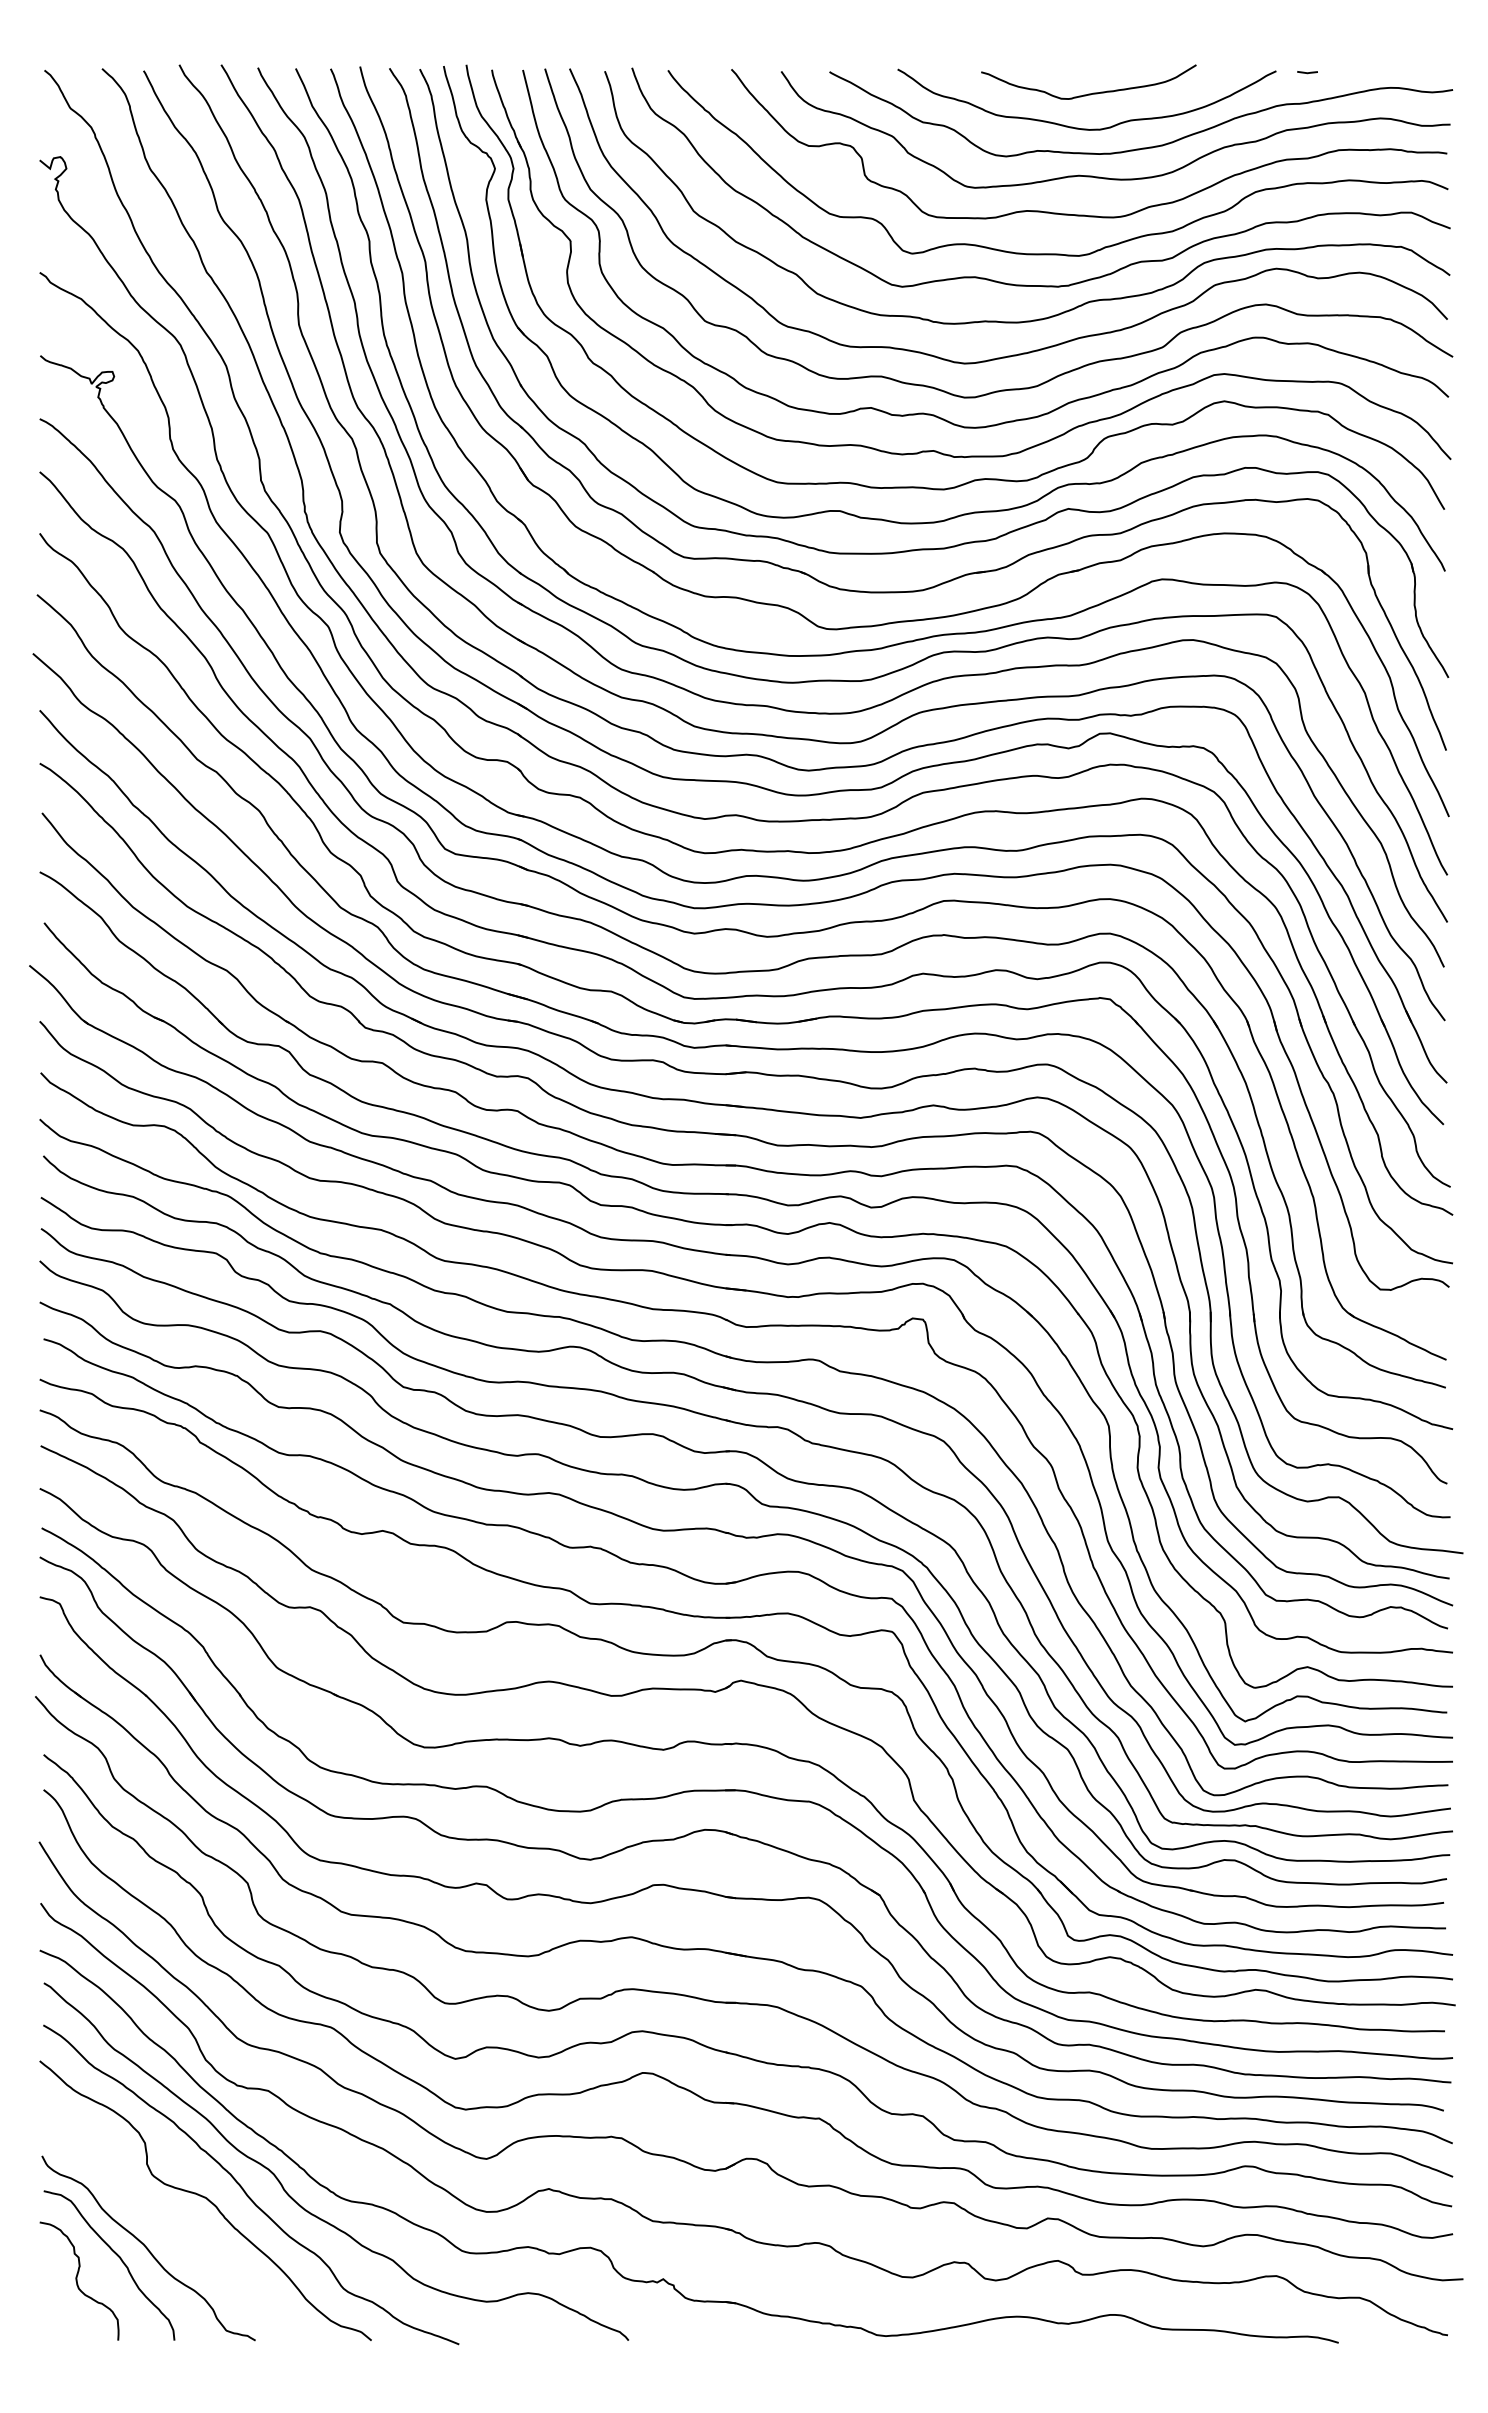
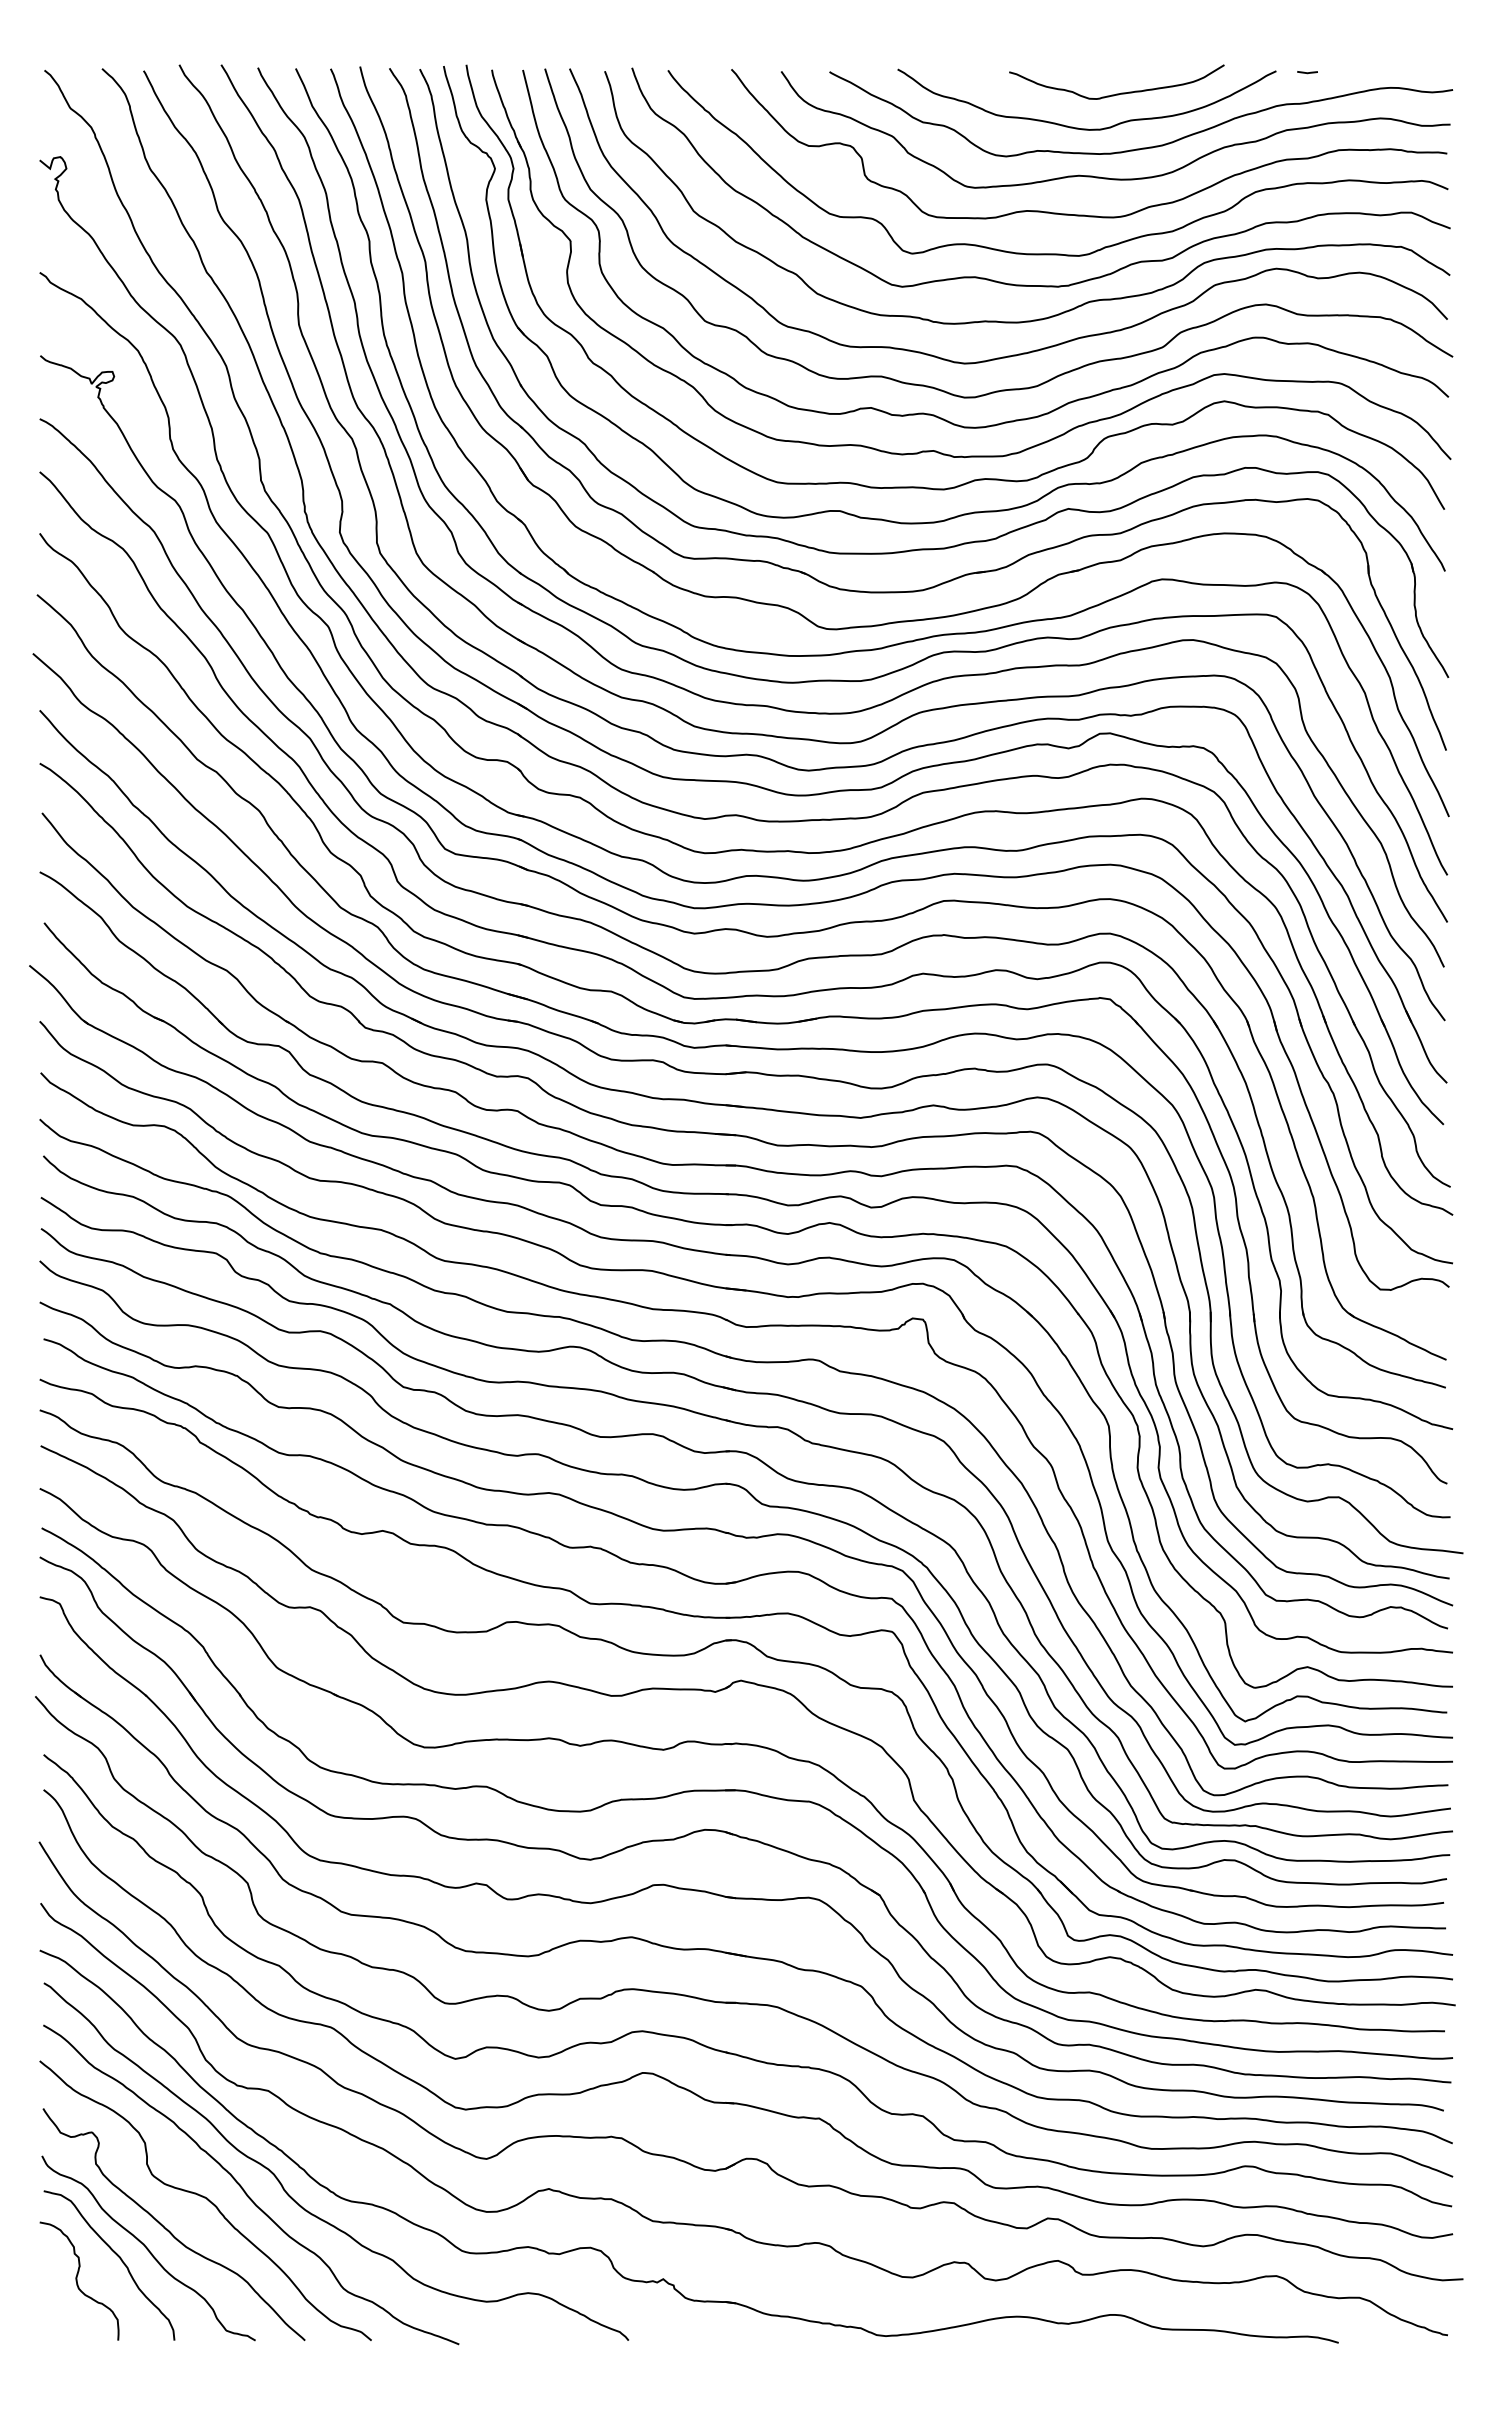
curve at (1088, 93) position: (1088, 93) -> (1116, 93)
curve at (168, 2229): none -> present
